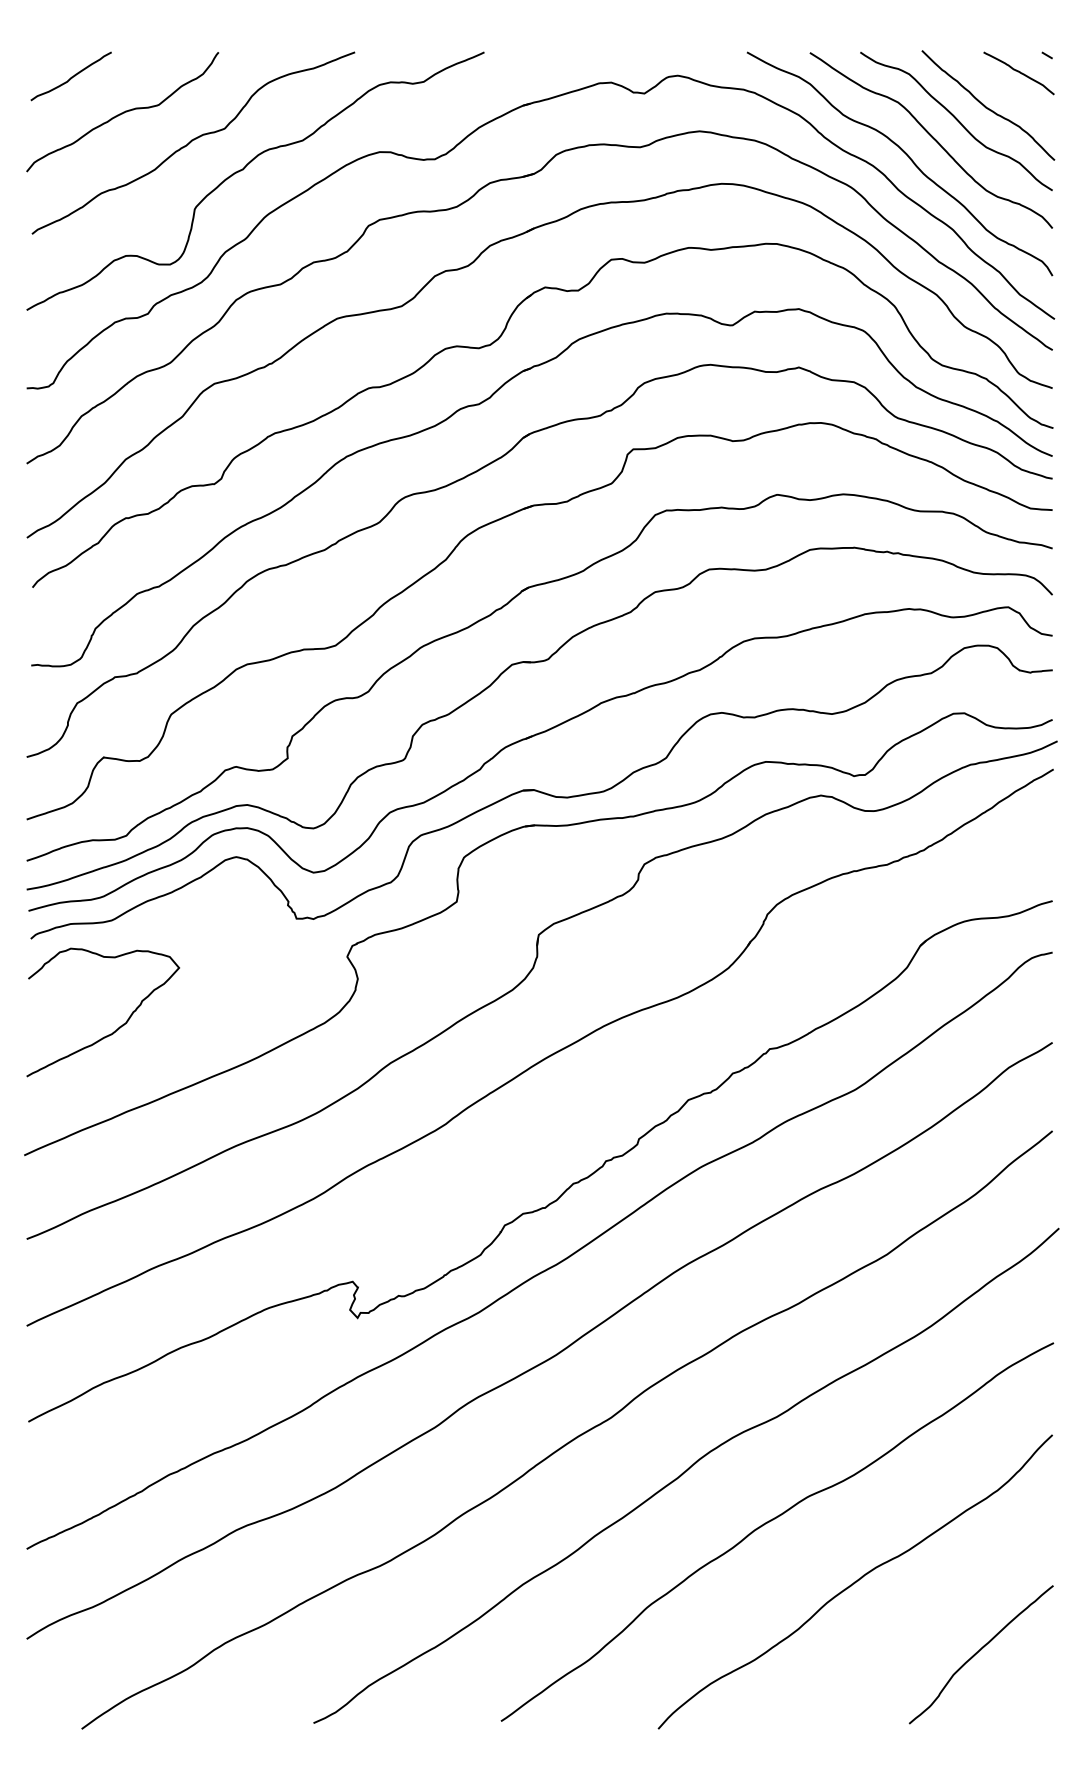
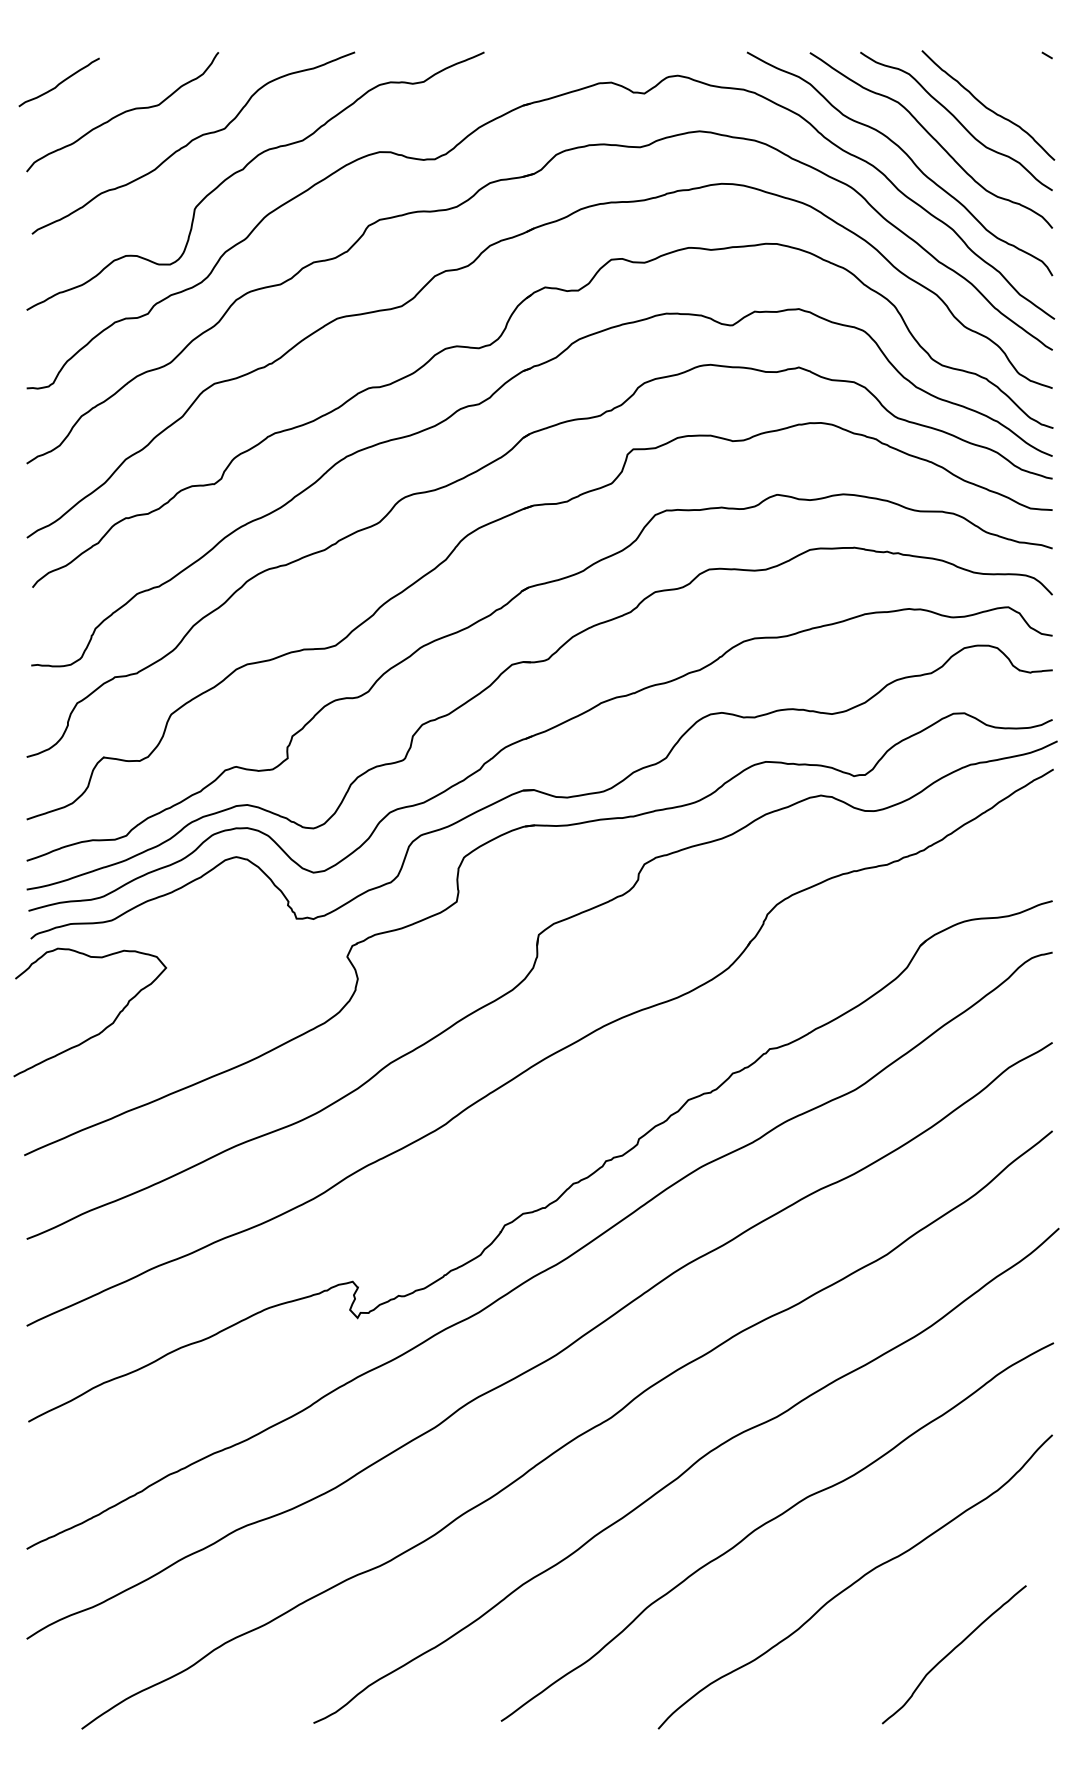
curve at (1018, 72): present -> none
curve at (71, 76) position: (71, 76) -> (59, 82)
curve at (118, 1027) position: (118, 1027) -> (105, 1027)
curve at (978, 1652) position: (978, 1652) -> (951, 1652)
